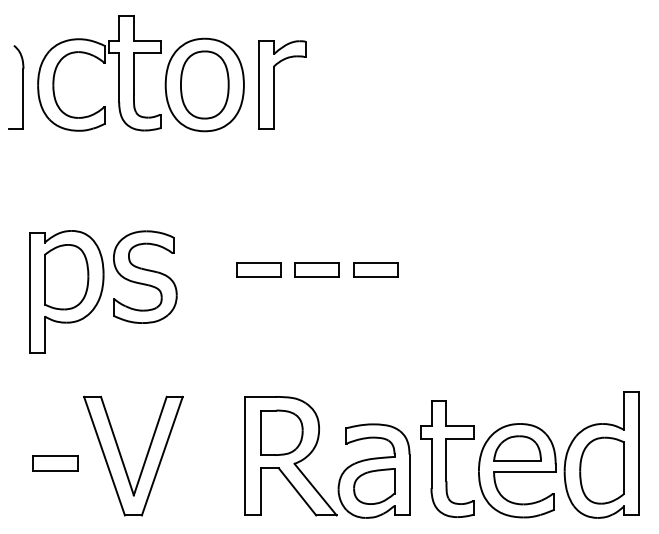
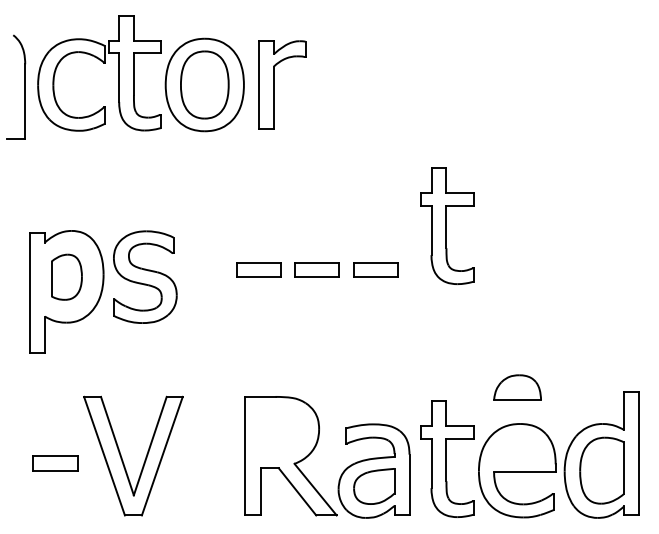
part at (16, 87) size: 17x85 px -> 21x106 px
part at (447, 225): none -> present
part at (66, 277) size: 46x67 px -> 32x48 px
part at (281, 432): present -> none
part at (517, 448) position: (517, 448) -> (517, 387)
